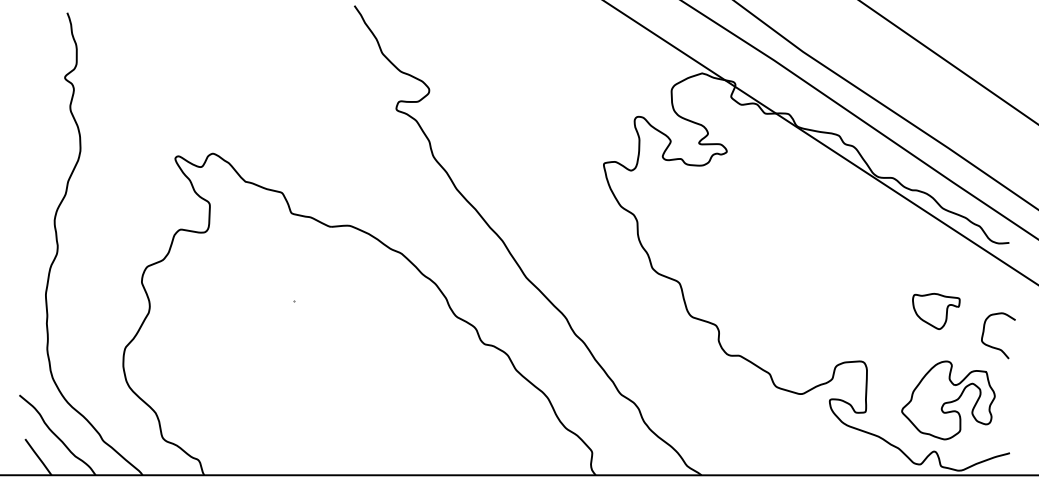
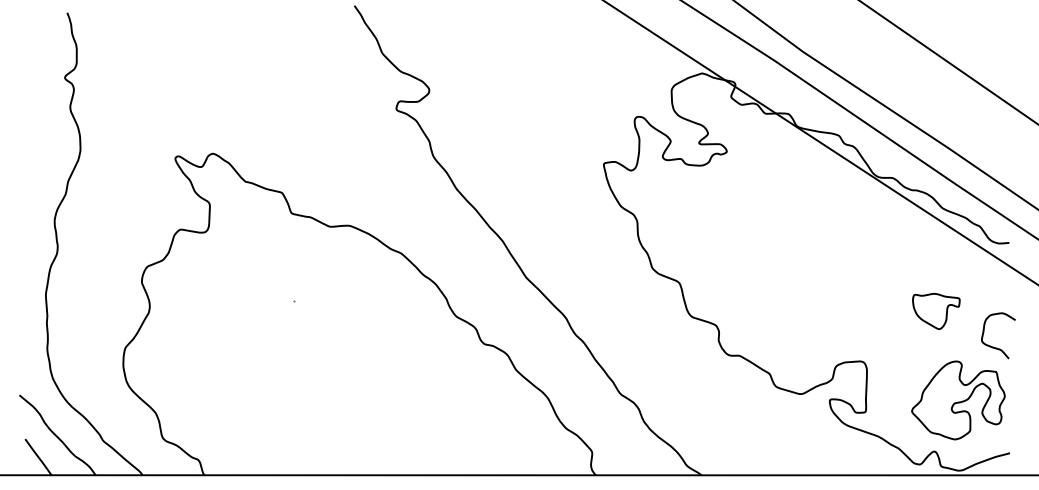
part at (948, 400) position: (948, 400) -> (958, 400)
